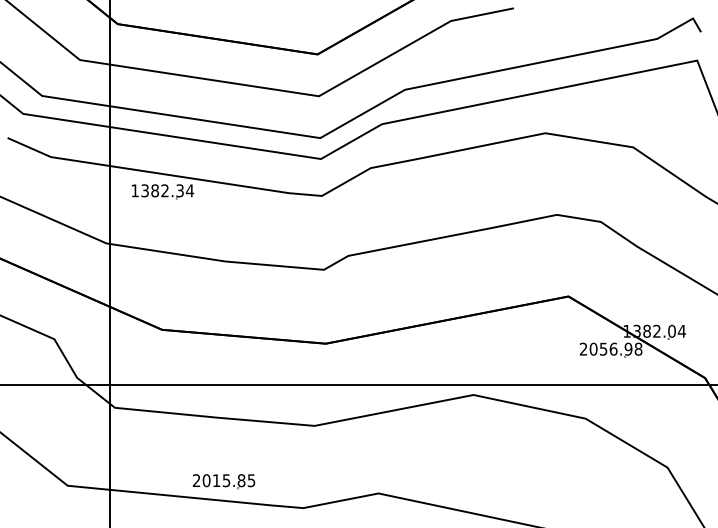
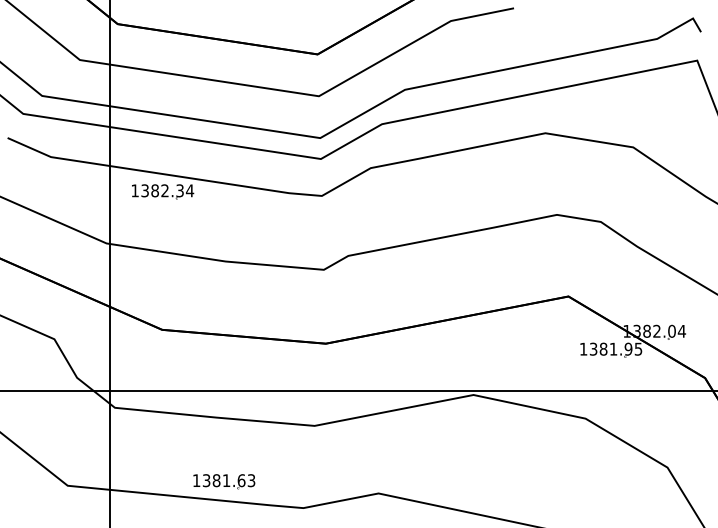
text at (610, 348): 2056.98 -> 1381.95
line at (358, 384) position: (358, 384) -> (358, 390)
text at (223, 480): 2015.85 -> 1381.63
